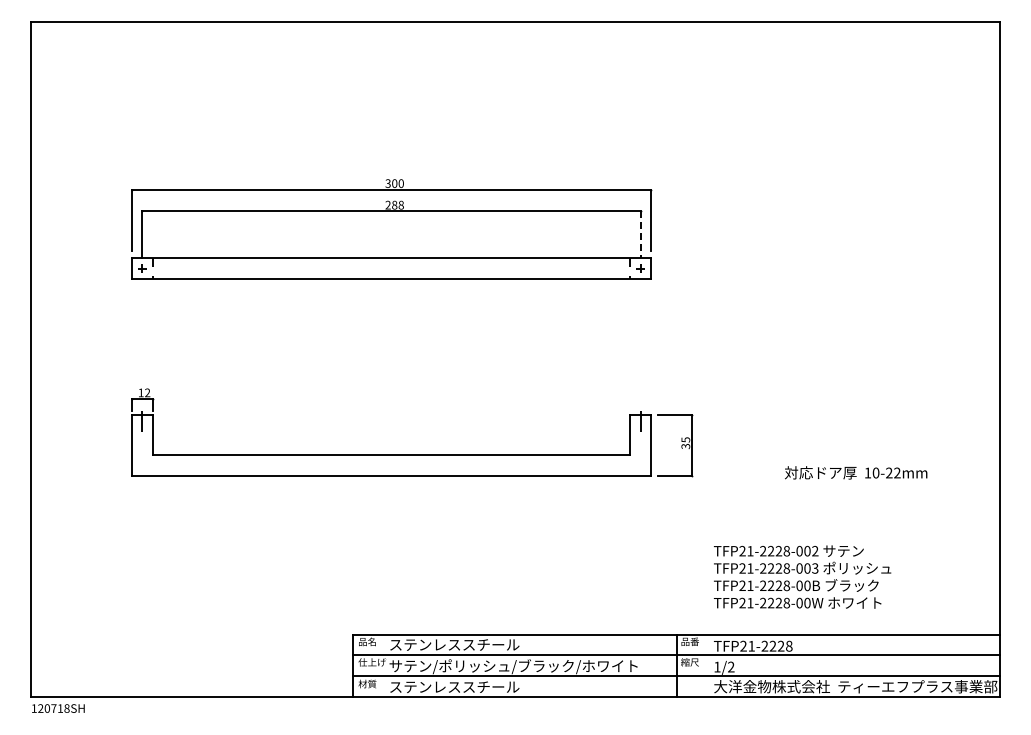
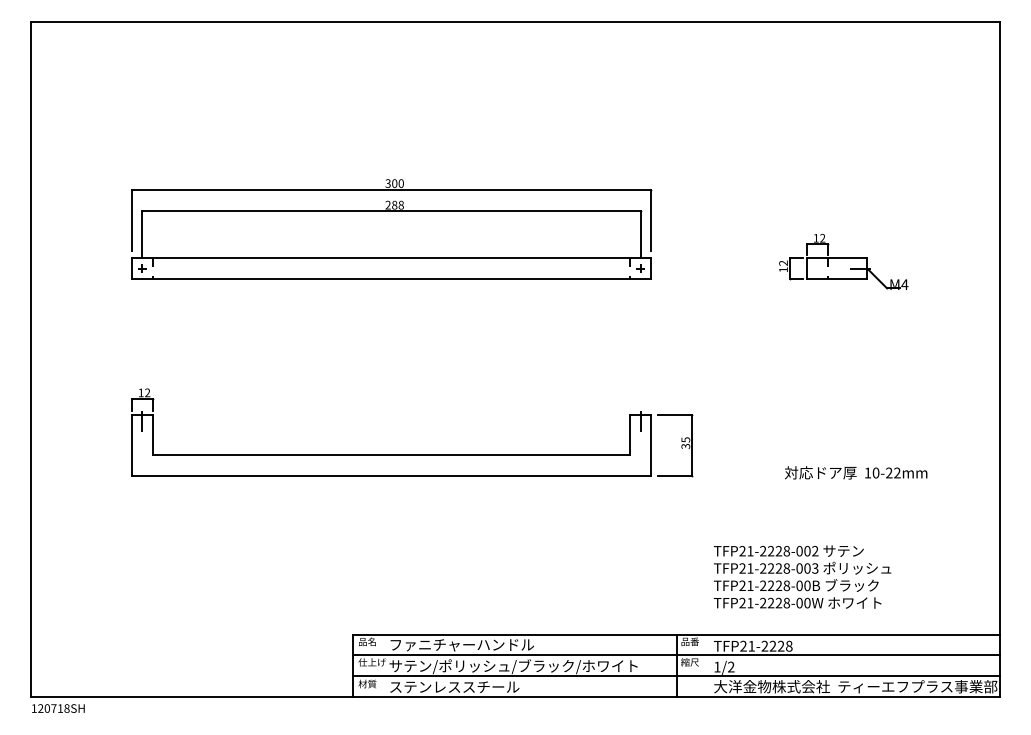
line at (640, 234): dashed -> solid
part at (843, 261): none -> present
text at (461, 645): ステンレススチール -> ファニチャーハンドル
